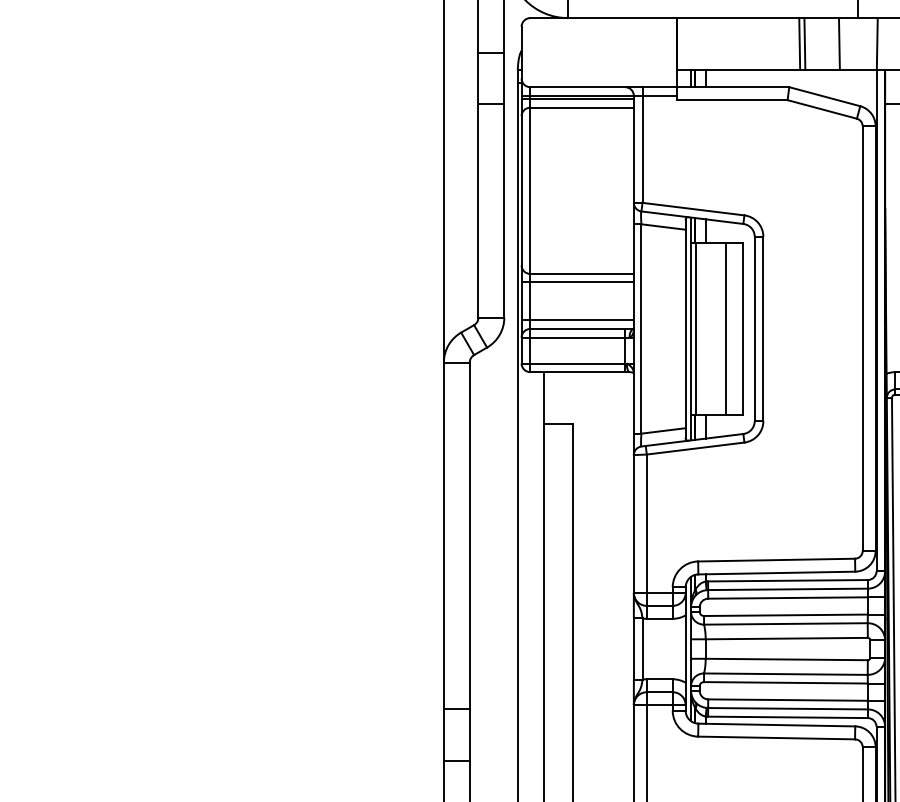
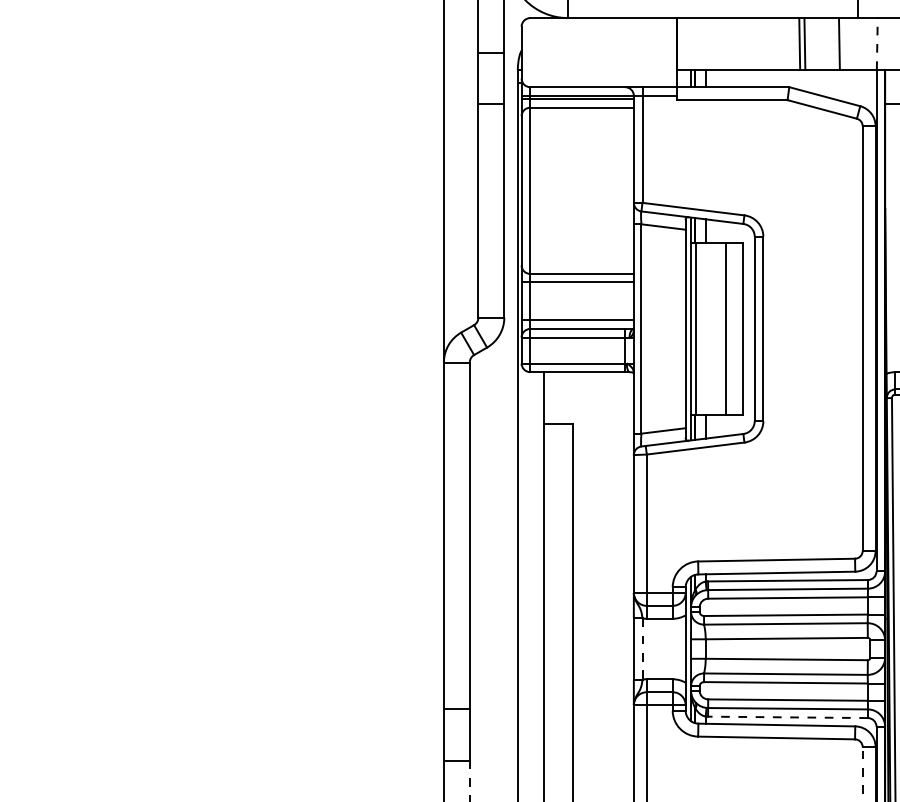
line at (877, 44): solid -> dashed
line at (642, 649): solid -> dashed
line at (788, 717): solid -> dashed
line at (862, 774): solid -> dashed
line at (469, 781): solid -> dashed
